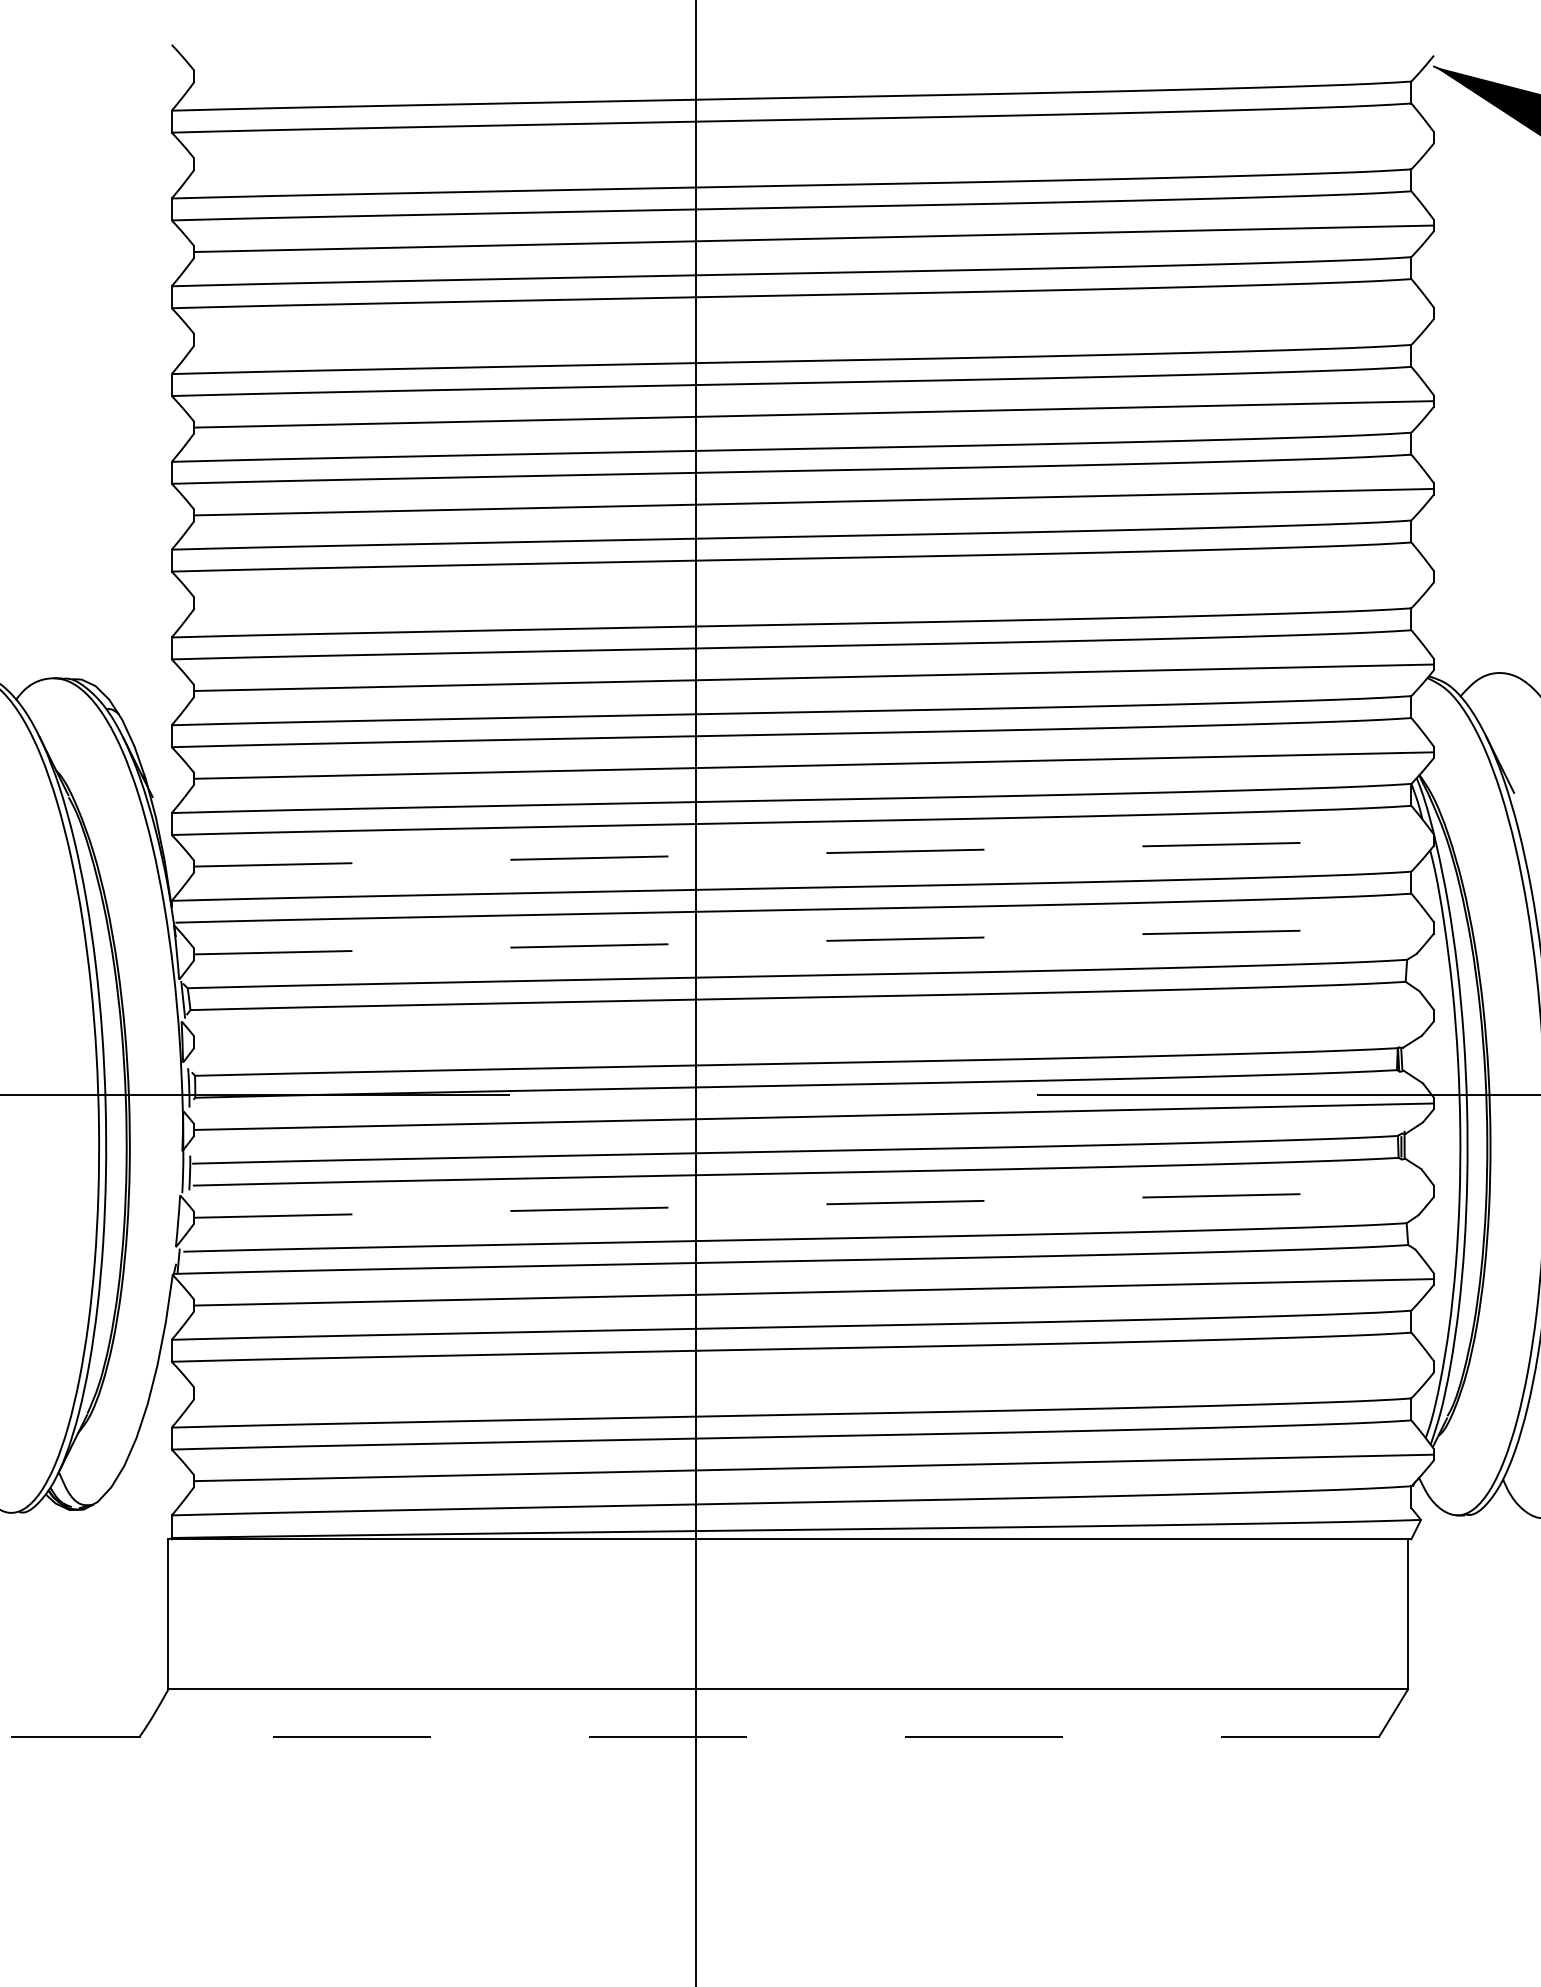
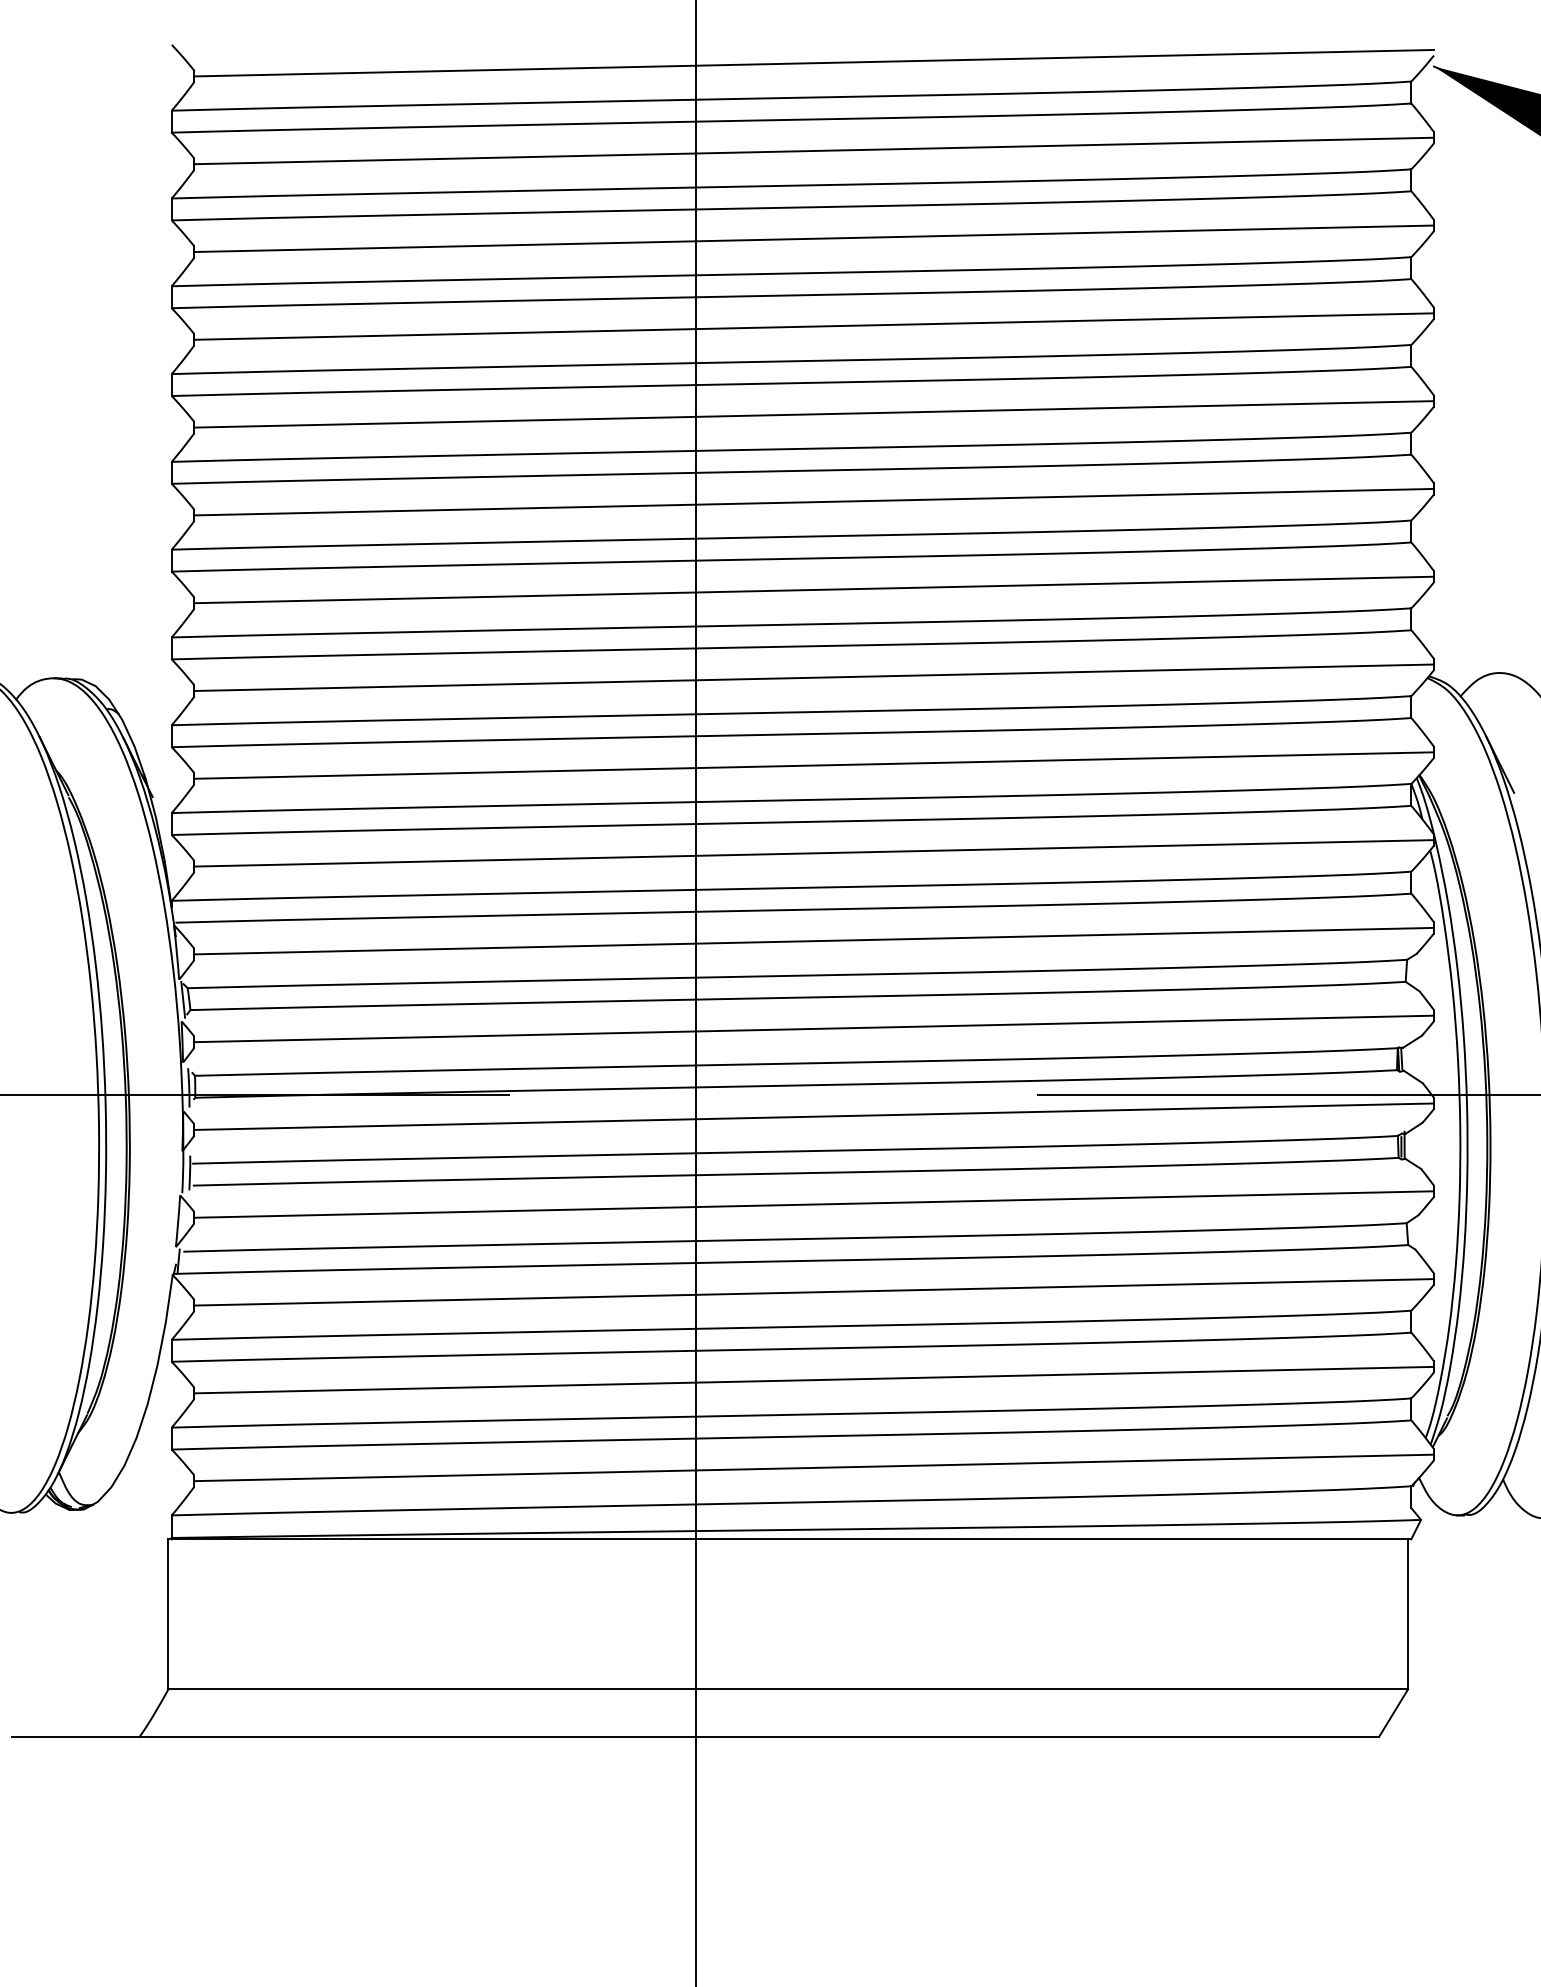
line at (813, 62): none -> present
line at (813, 150): none -> present
line at (813, 326): none -> present
line at (813, 589): none -> present
line at (814, 853): dashed -> solid
line at (814, 941): dashed -> solid
line at (813, 1028): none -> present
line at (814, 1204): dashed -> solid
line at (813, 1379): none -> present
line at (759, 1736): dashed -> solid
